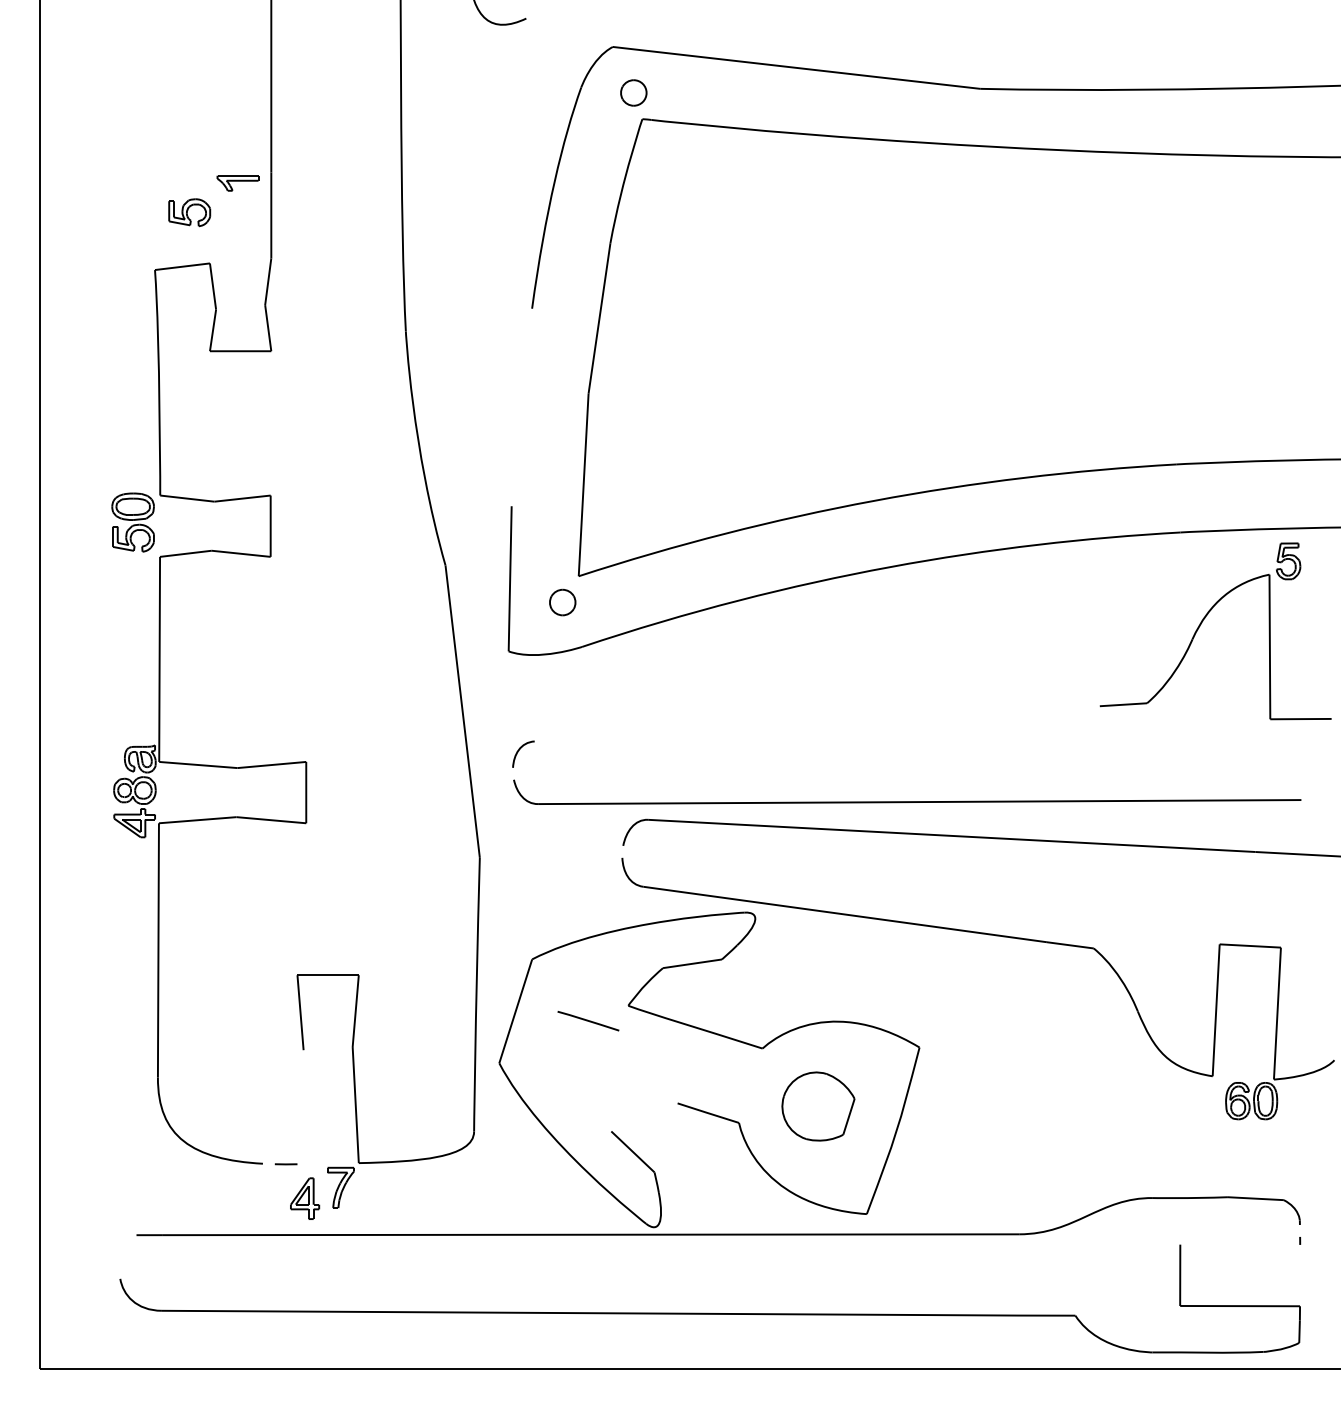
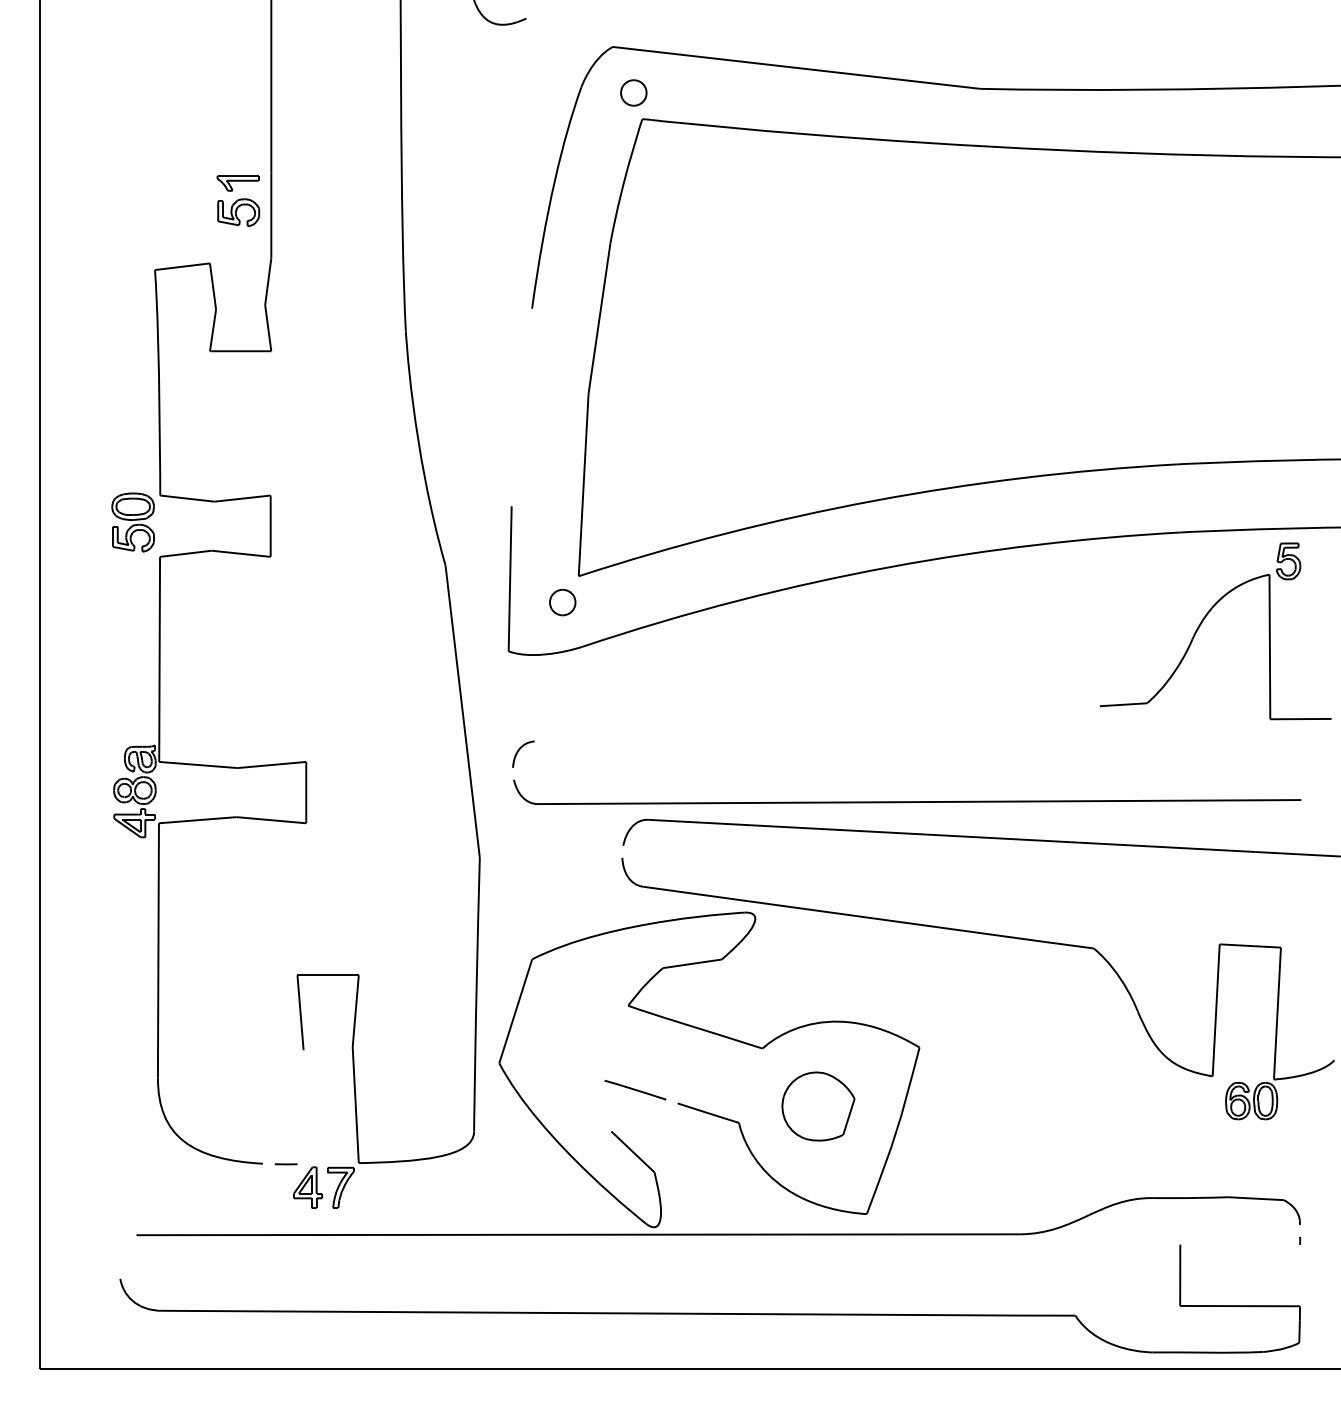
part at (189, 212) position: (189, 212) -> (238, 212)
line at (588, 1021) position: (588, 1021) -> (635, 1090)
part at (305, 1198) position: (305, 1198) -> (308, 1187)
